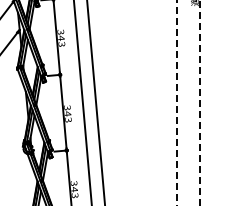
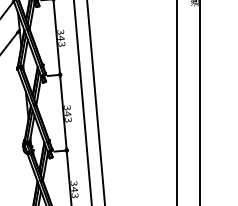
line at (176, 103): dashed -> solid
line at (199, 103): dashed -> solid
